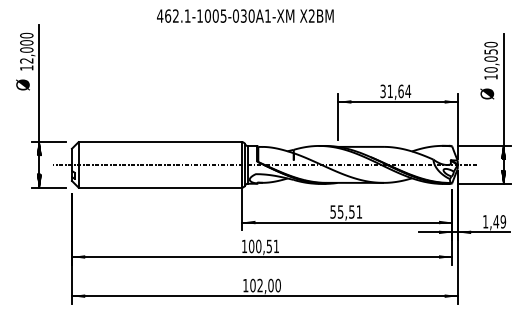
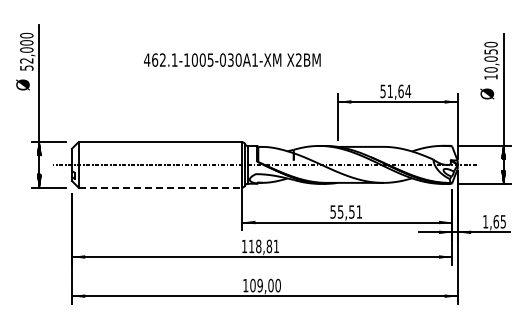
text at (245, 15) position: (245, 15) -> (232, 59)
text at (26, 67): 12,000 -> 52,000
text at (382, 90): 31,64 -> 51,64
line at (160, 187): solid -> dashed
text at (499, 221): 1,49 -> 1,65
text at (260, 246): 100,51 -> 118,81
text at (259, 285): 102,00 -> 109,00
